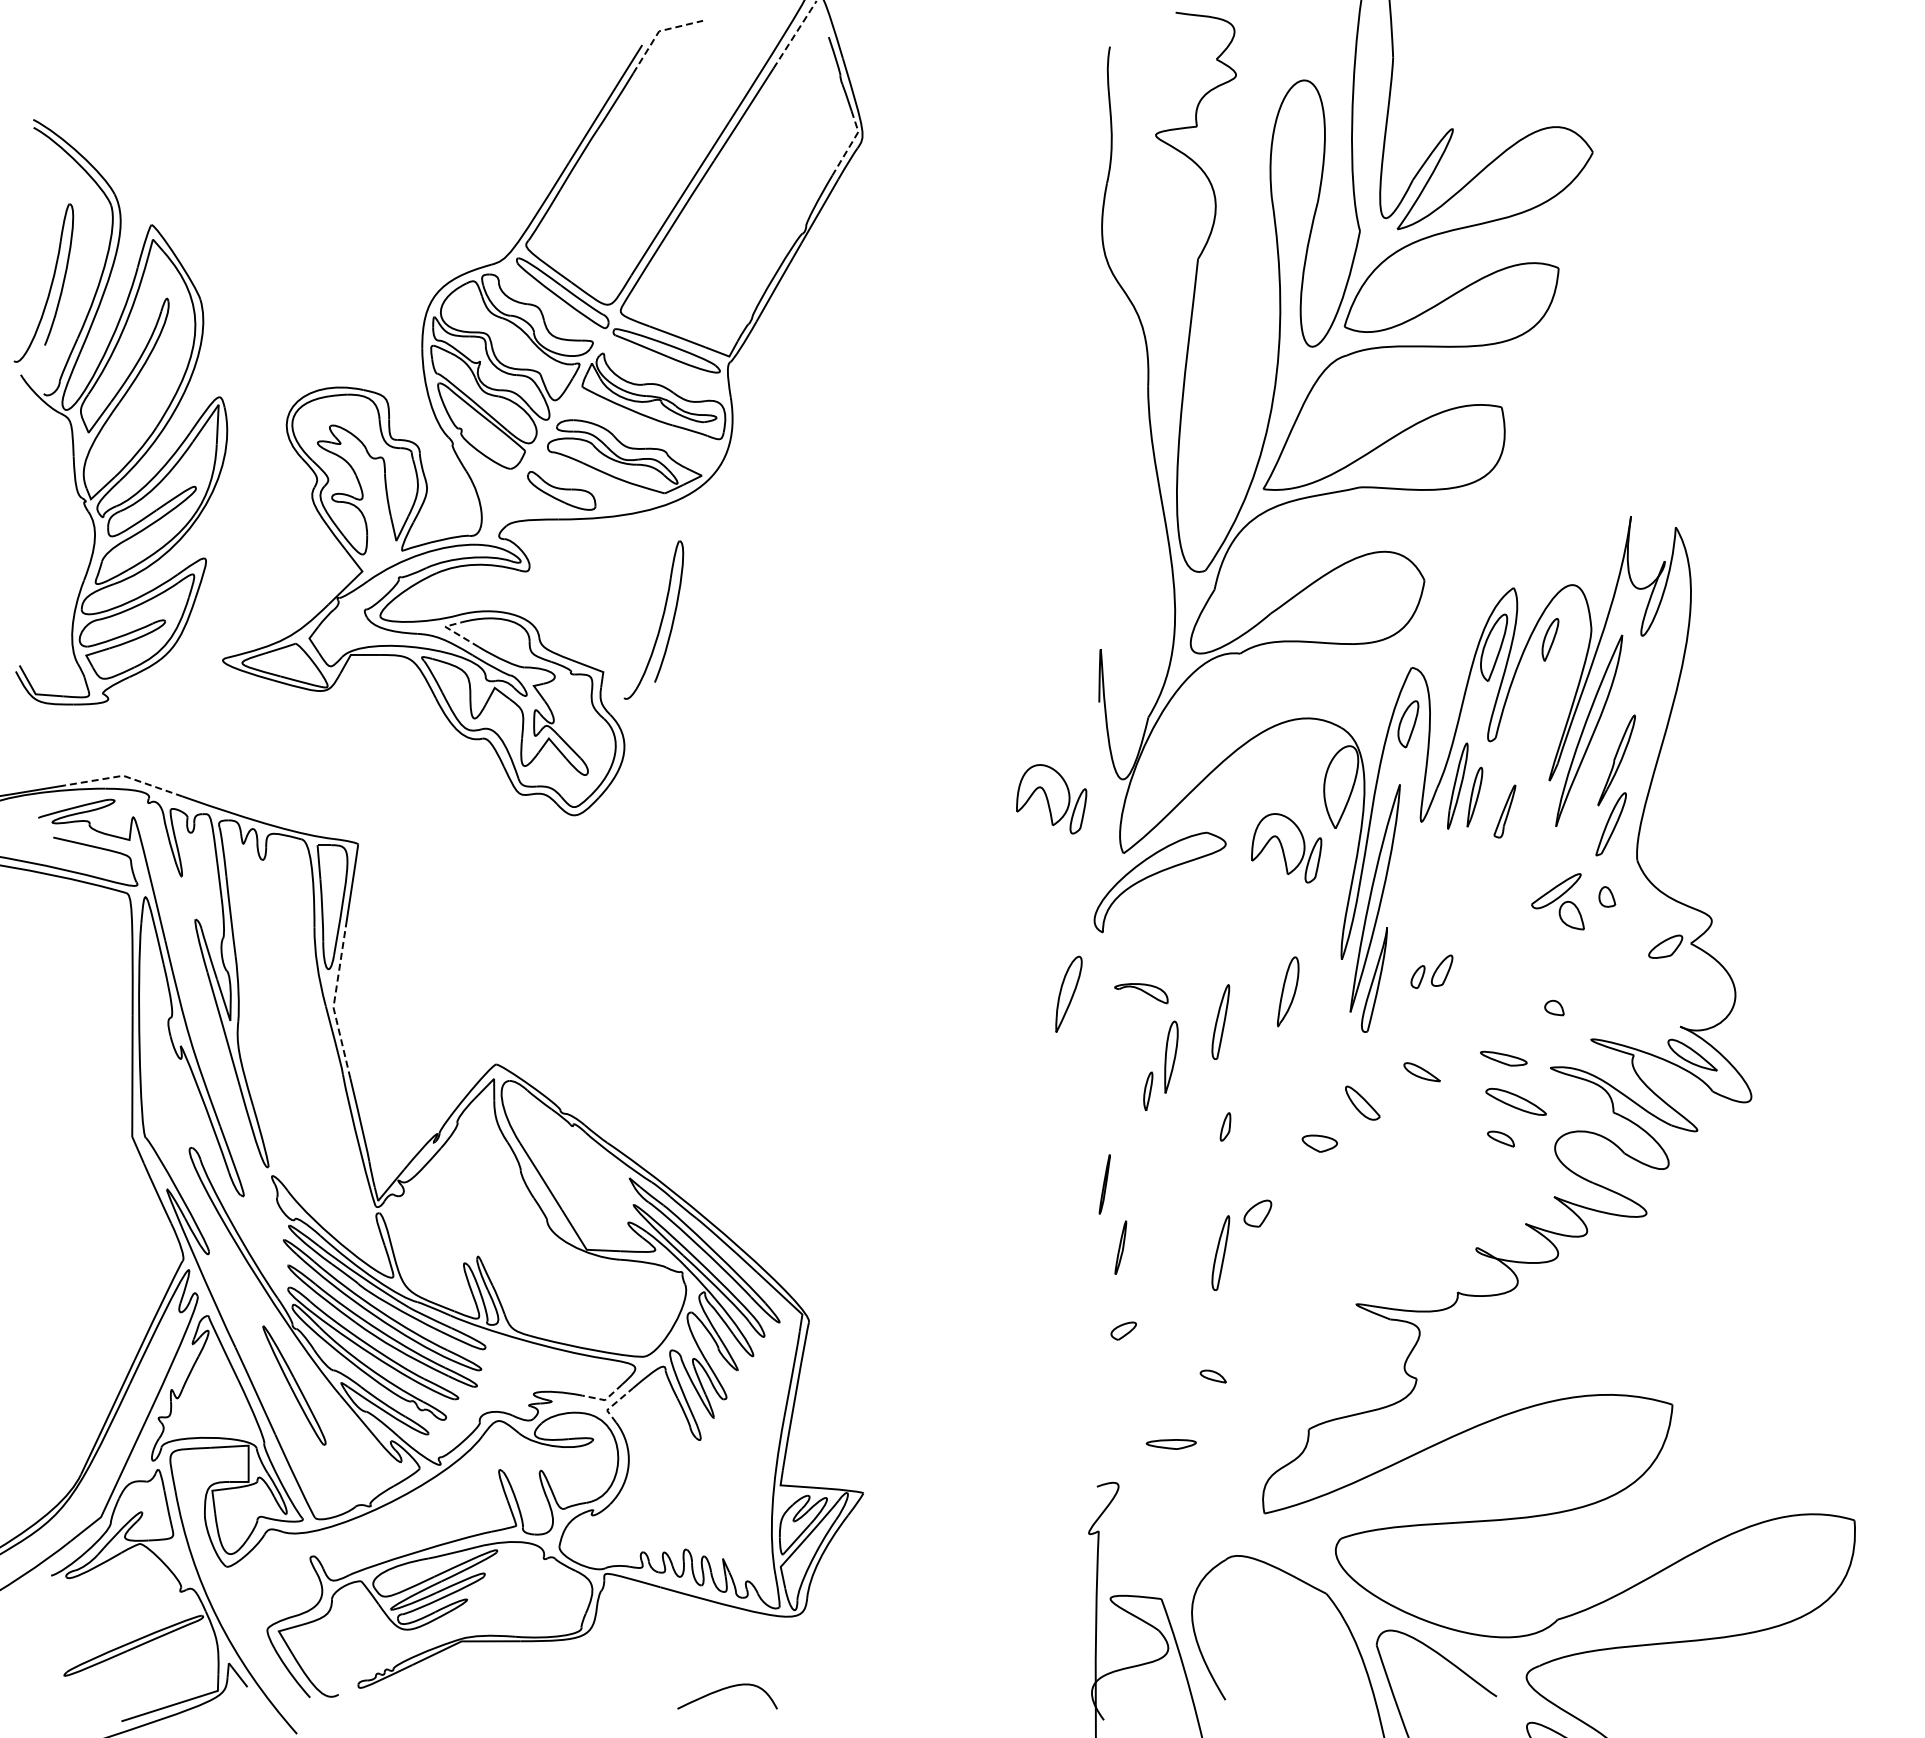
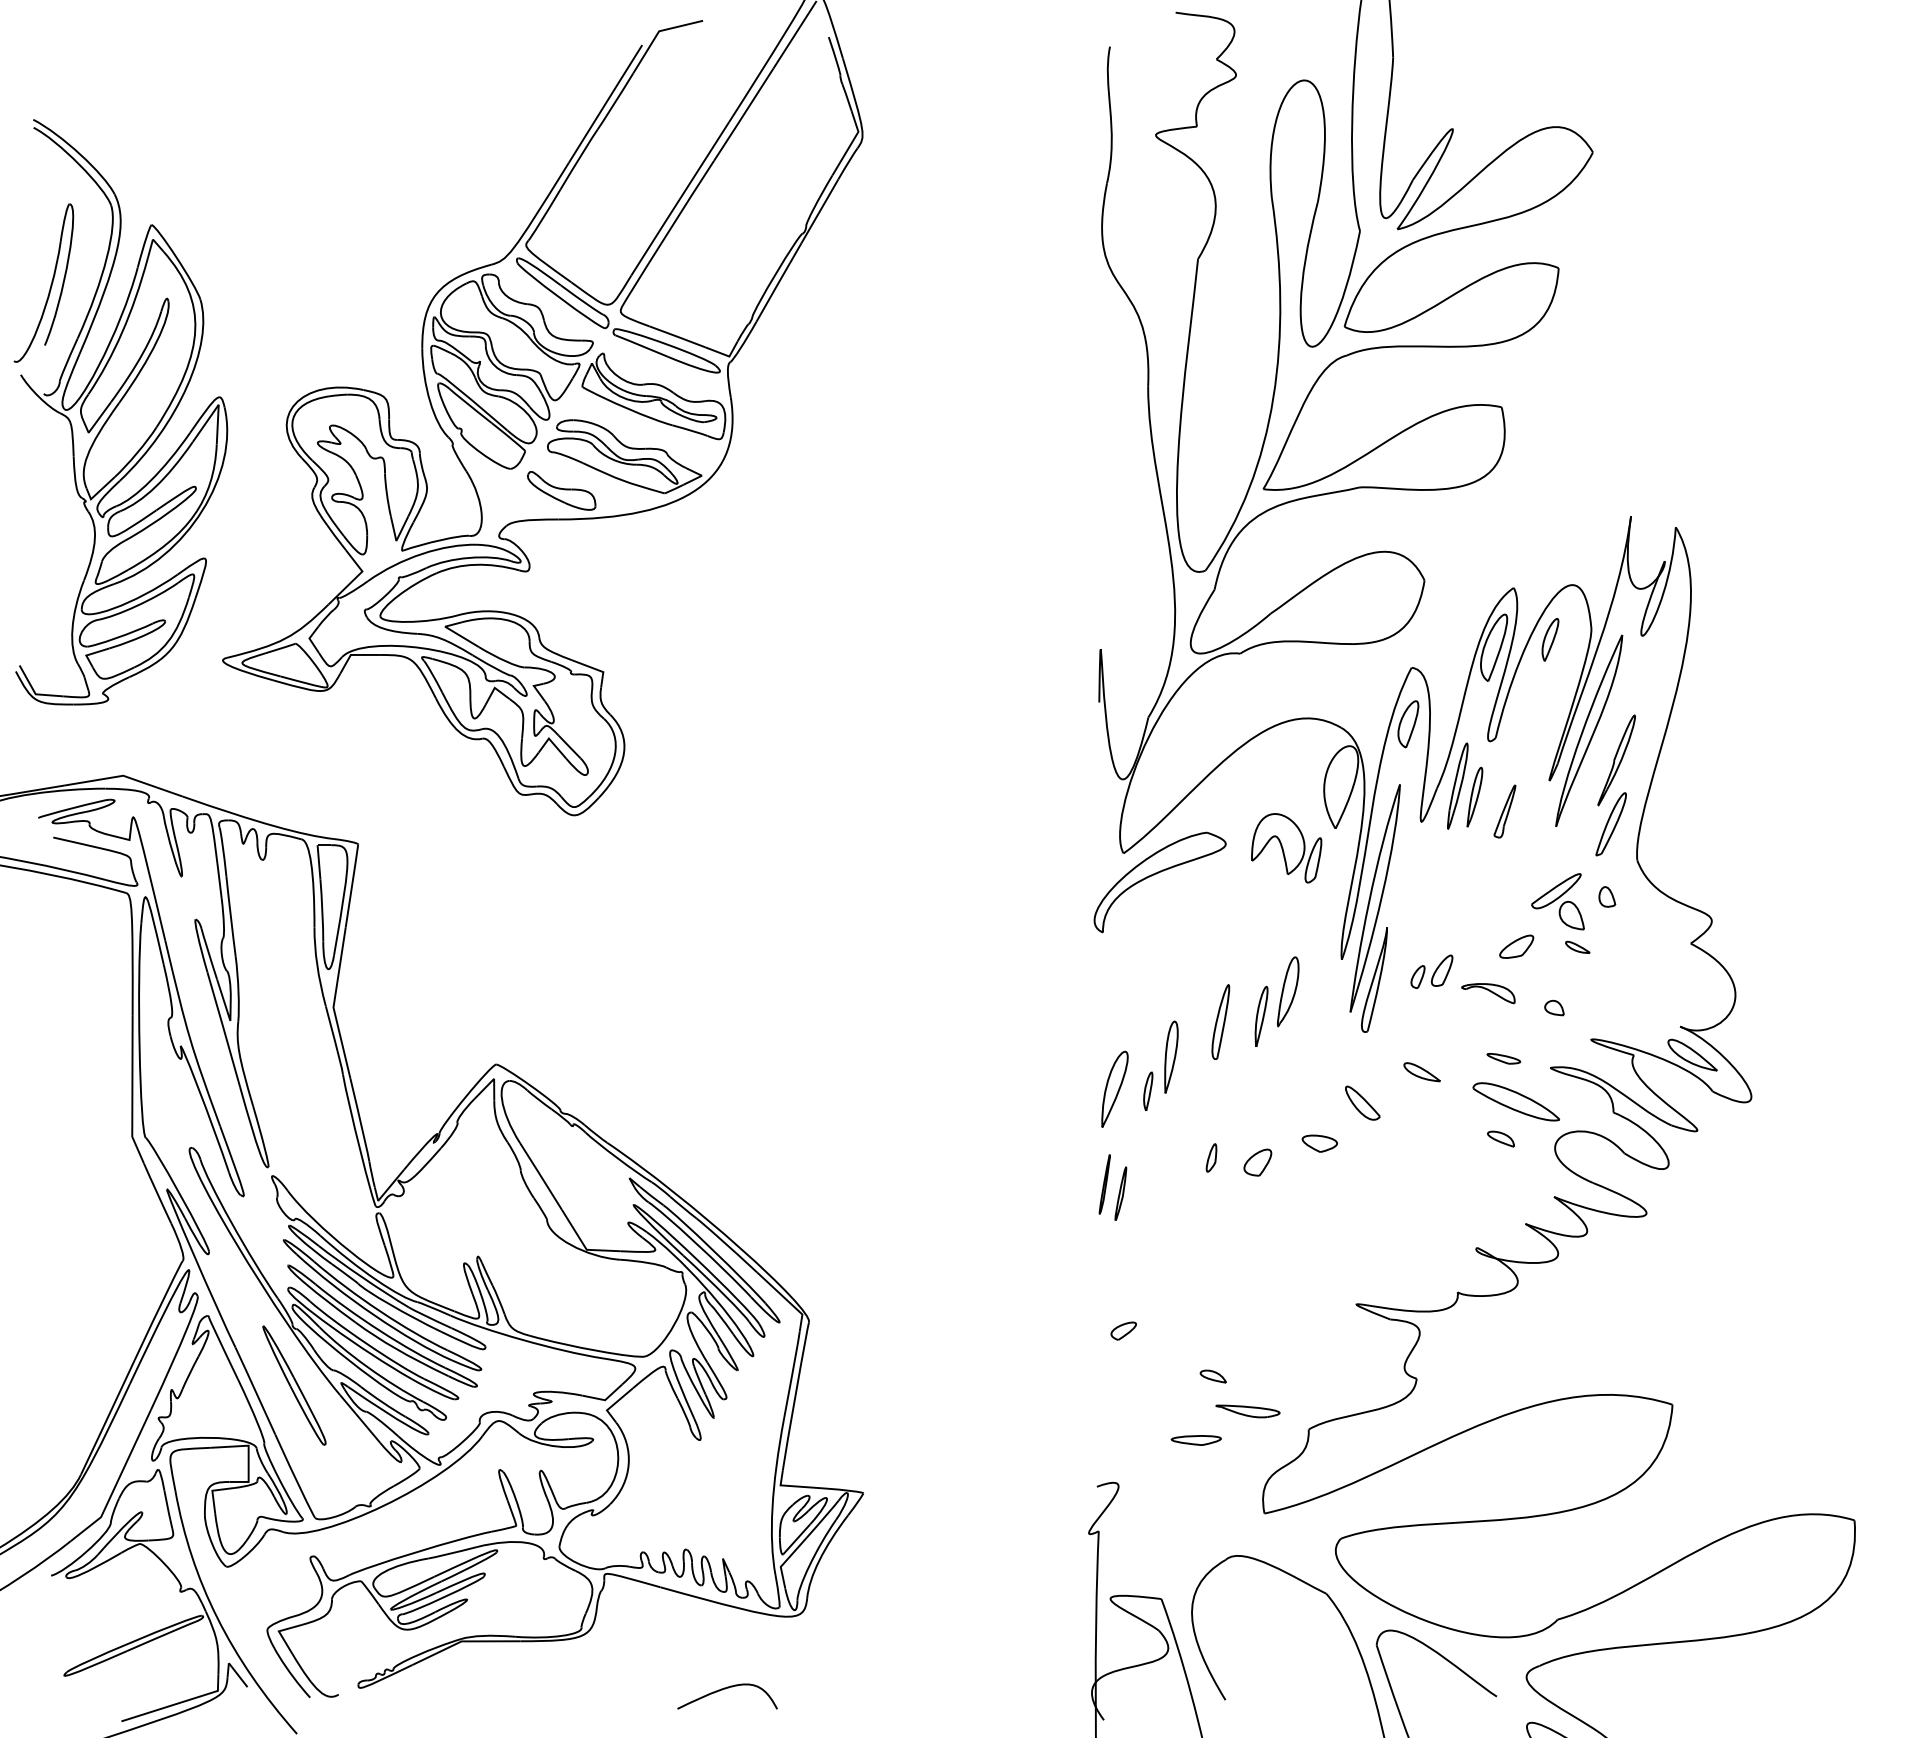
line at (658, 32): dashed -> solid
line at (795, 34): dashed -> solid
line at (851, 143): dashed -> solid
part at (660, 621): present -> none
line at (453, 631): dashed -> solid
line at (124, 776): dashed -> solid
part at (1051, 799): present -> none
part at (1577, 946): none -> present
part at (1665, 946) position: (1665, 946) -> (1516, 946)
part at (1068, 993) position: (1068, 993) -> (1114, 1088)
part at (1141, 993) position: (1141, 993) -> (1488, 993)
line at (334, 1003): dashed -> solid
part at (1261, 1015): none -> present
part at (1503, 1058) size: 48x17 px -> 36x12 px
part at (1515, 1101) size: 62x29 px -> 88x40 px
part at (1225, 1126) position: (1225, 1126) -> (1211, 1157)
part at (1257, 1213) position: (1257, 1213) -> (1257, 1162)
part at (1120, 1247) position: (1120, 1247) -> (1120, 1193)
part at (1220, 1252): present -> none
line at (605, 1400): dashed -> solid
line at (613, 1404): dashed -> solid
part at (1247, 1411): none -> present
part at (1170, 1444) position: (1170, 1444) -> (1195, 1440)
